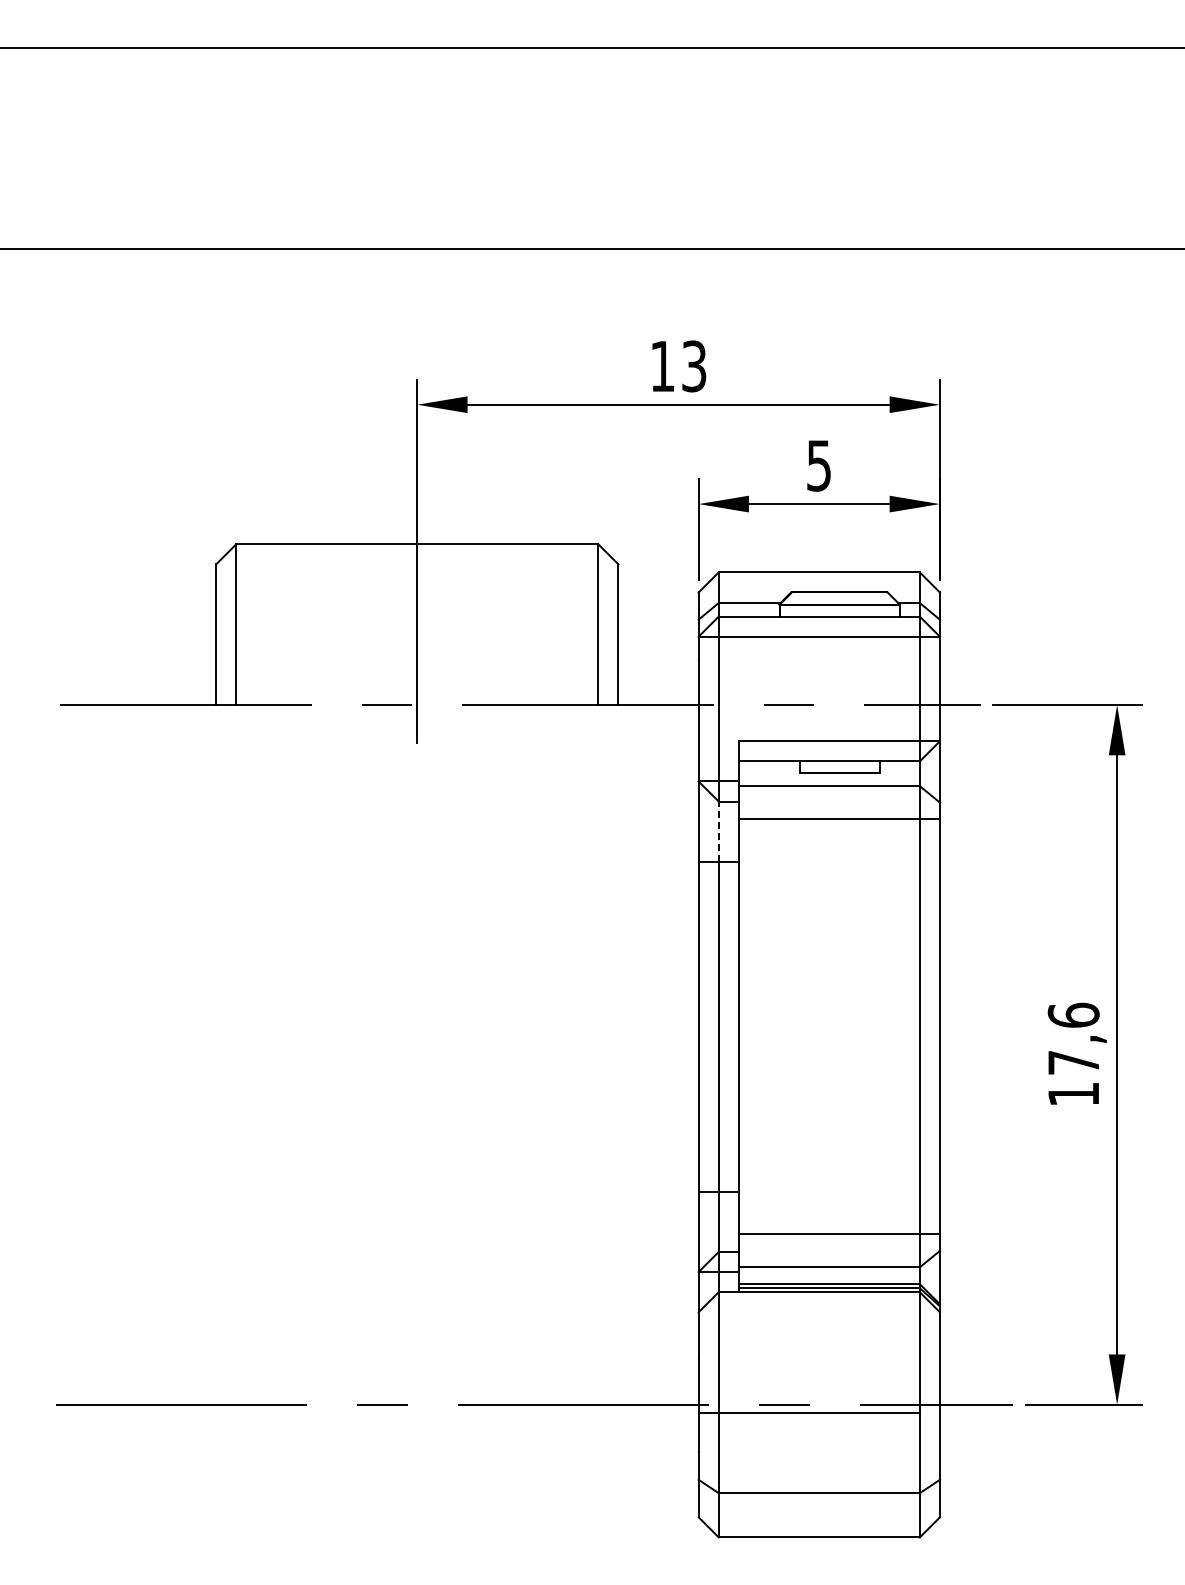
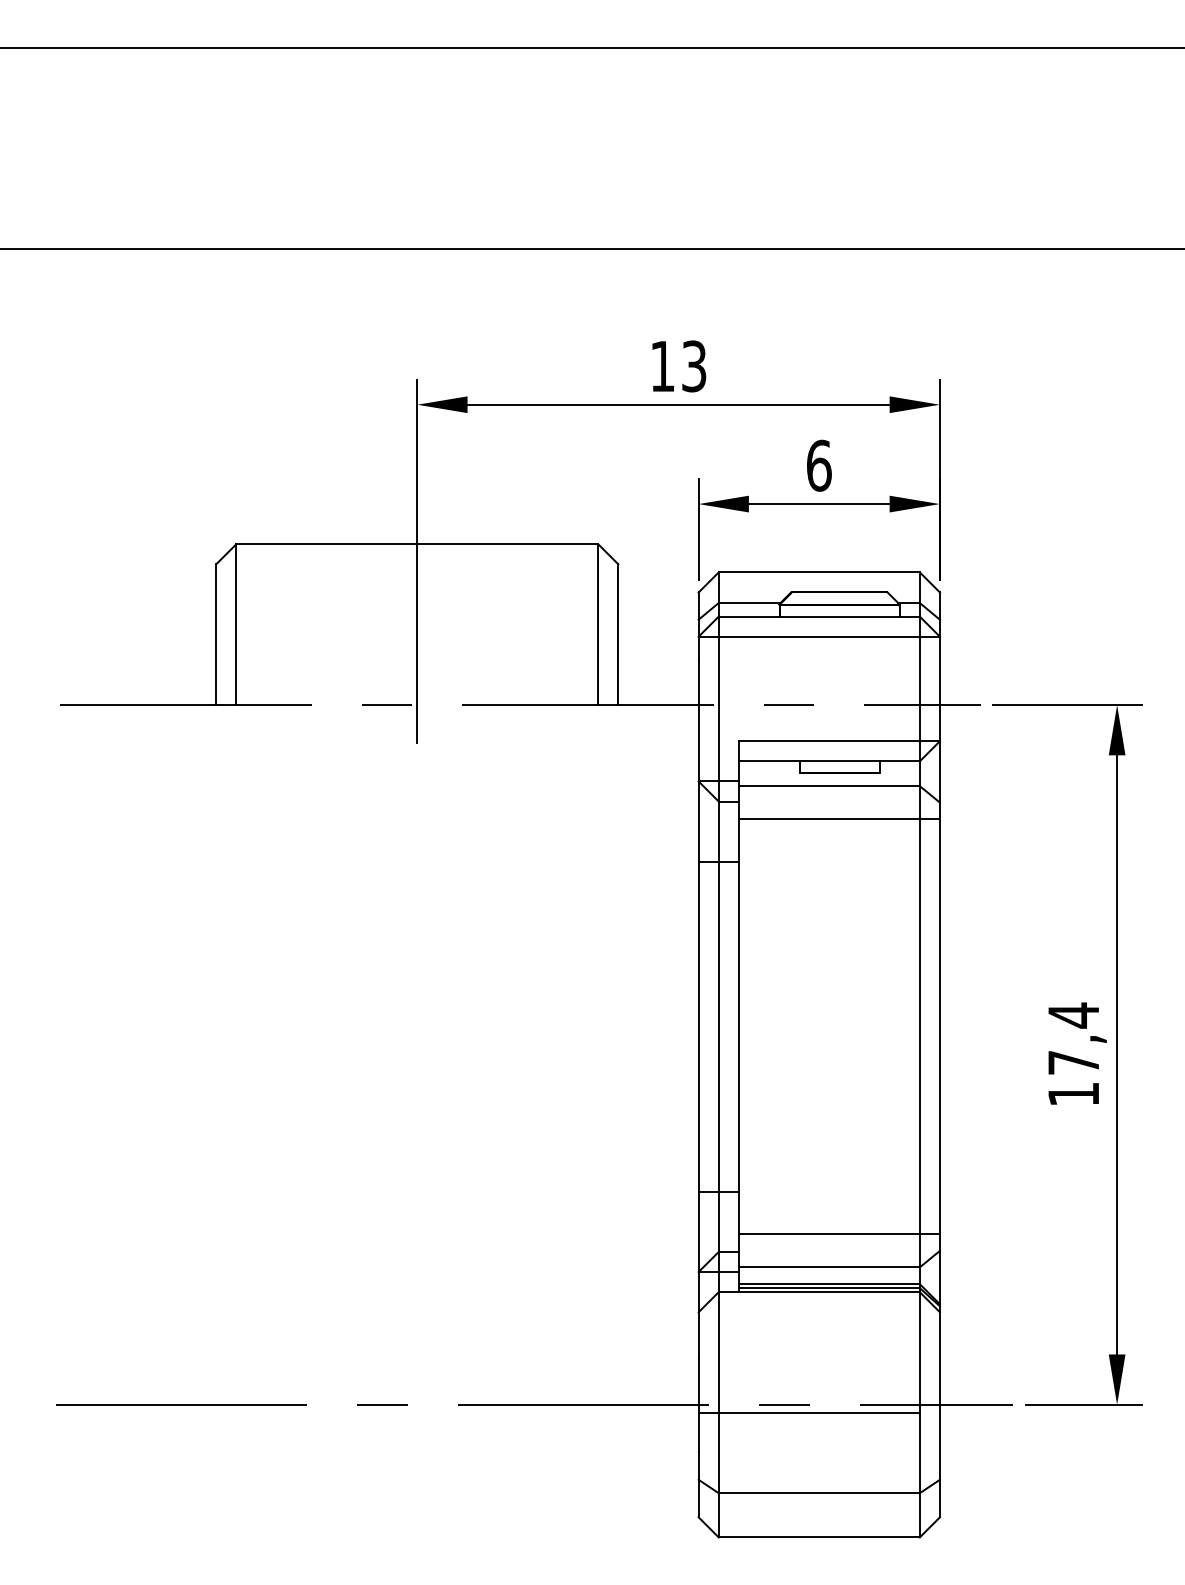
text at (819, 465): 5 -> 6
line at (718, 831): dashed -> solid
text at (1073, 1015): 17,6 -> 17,4
